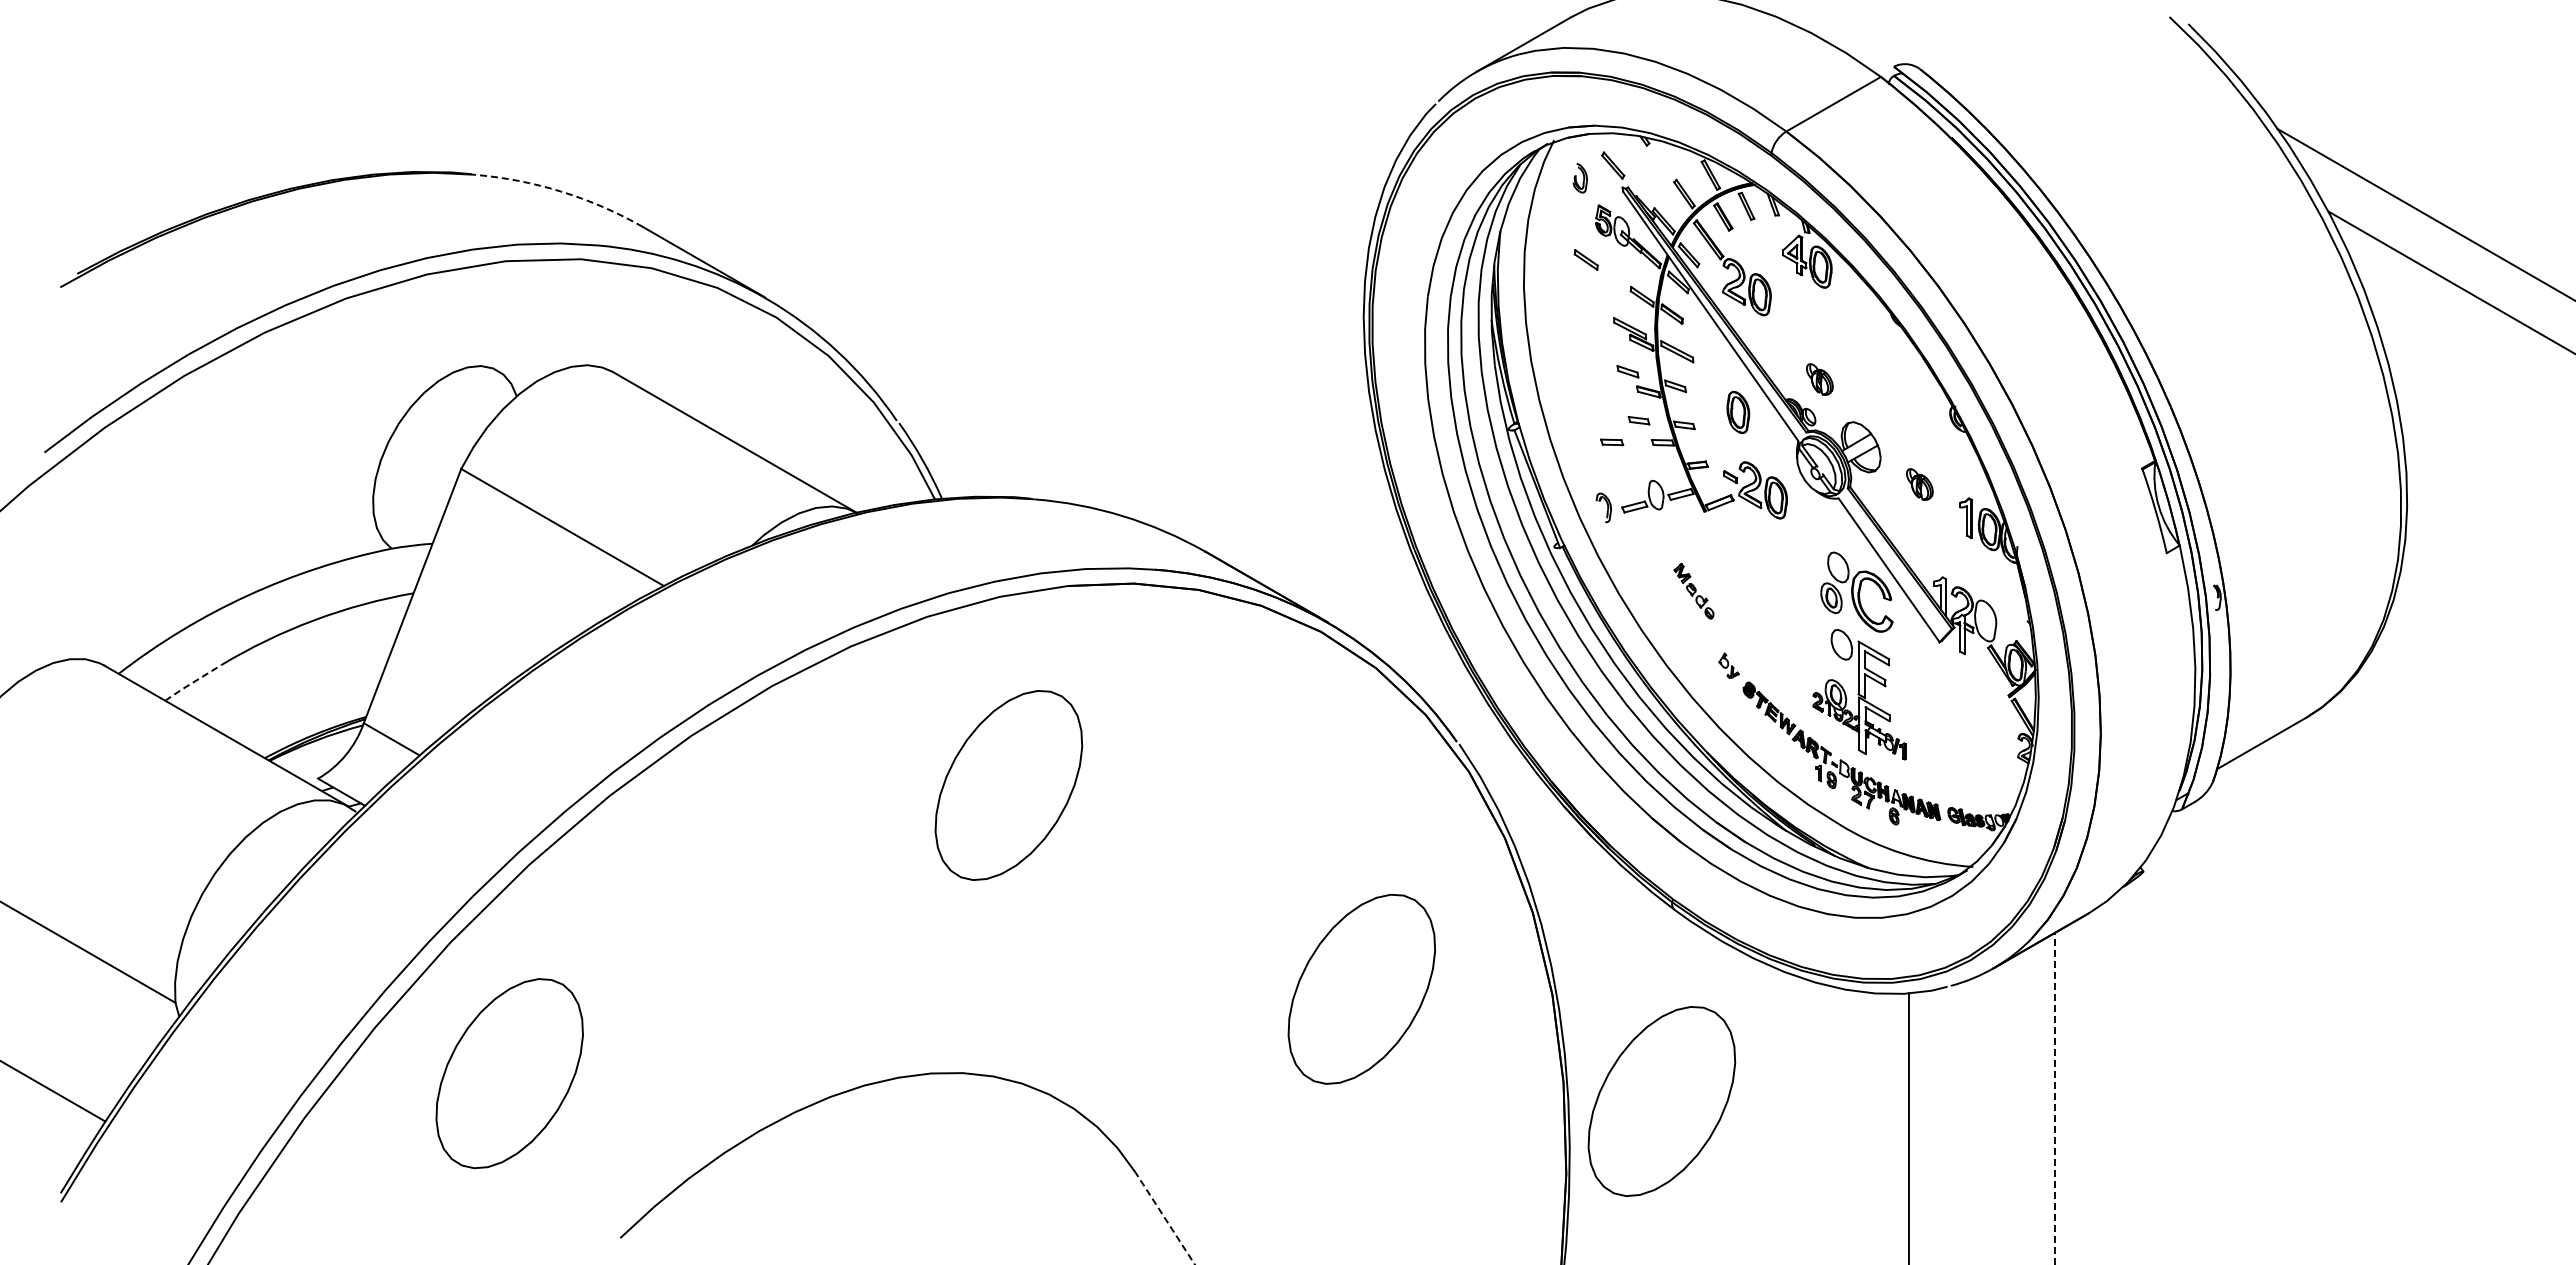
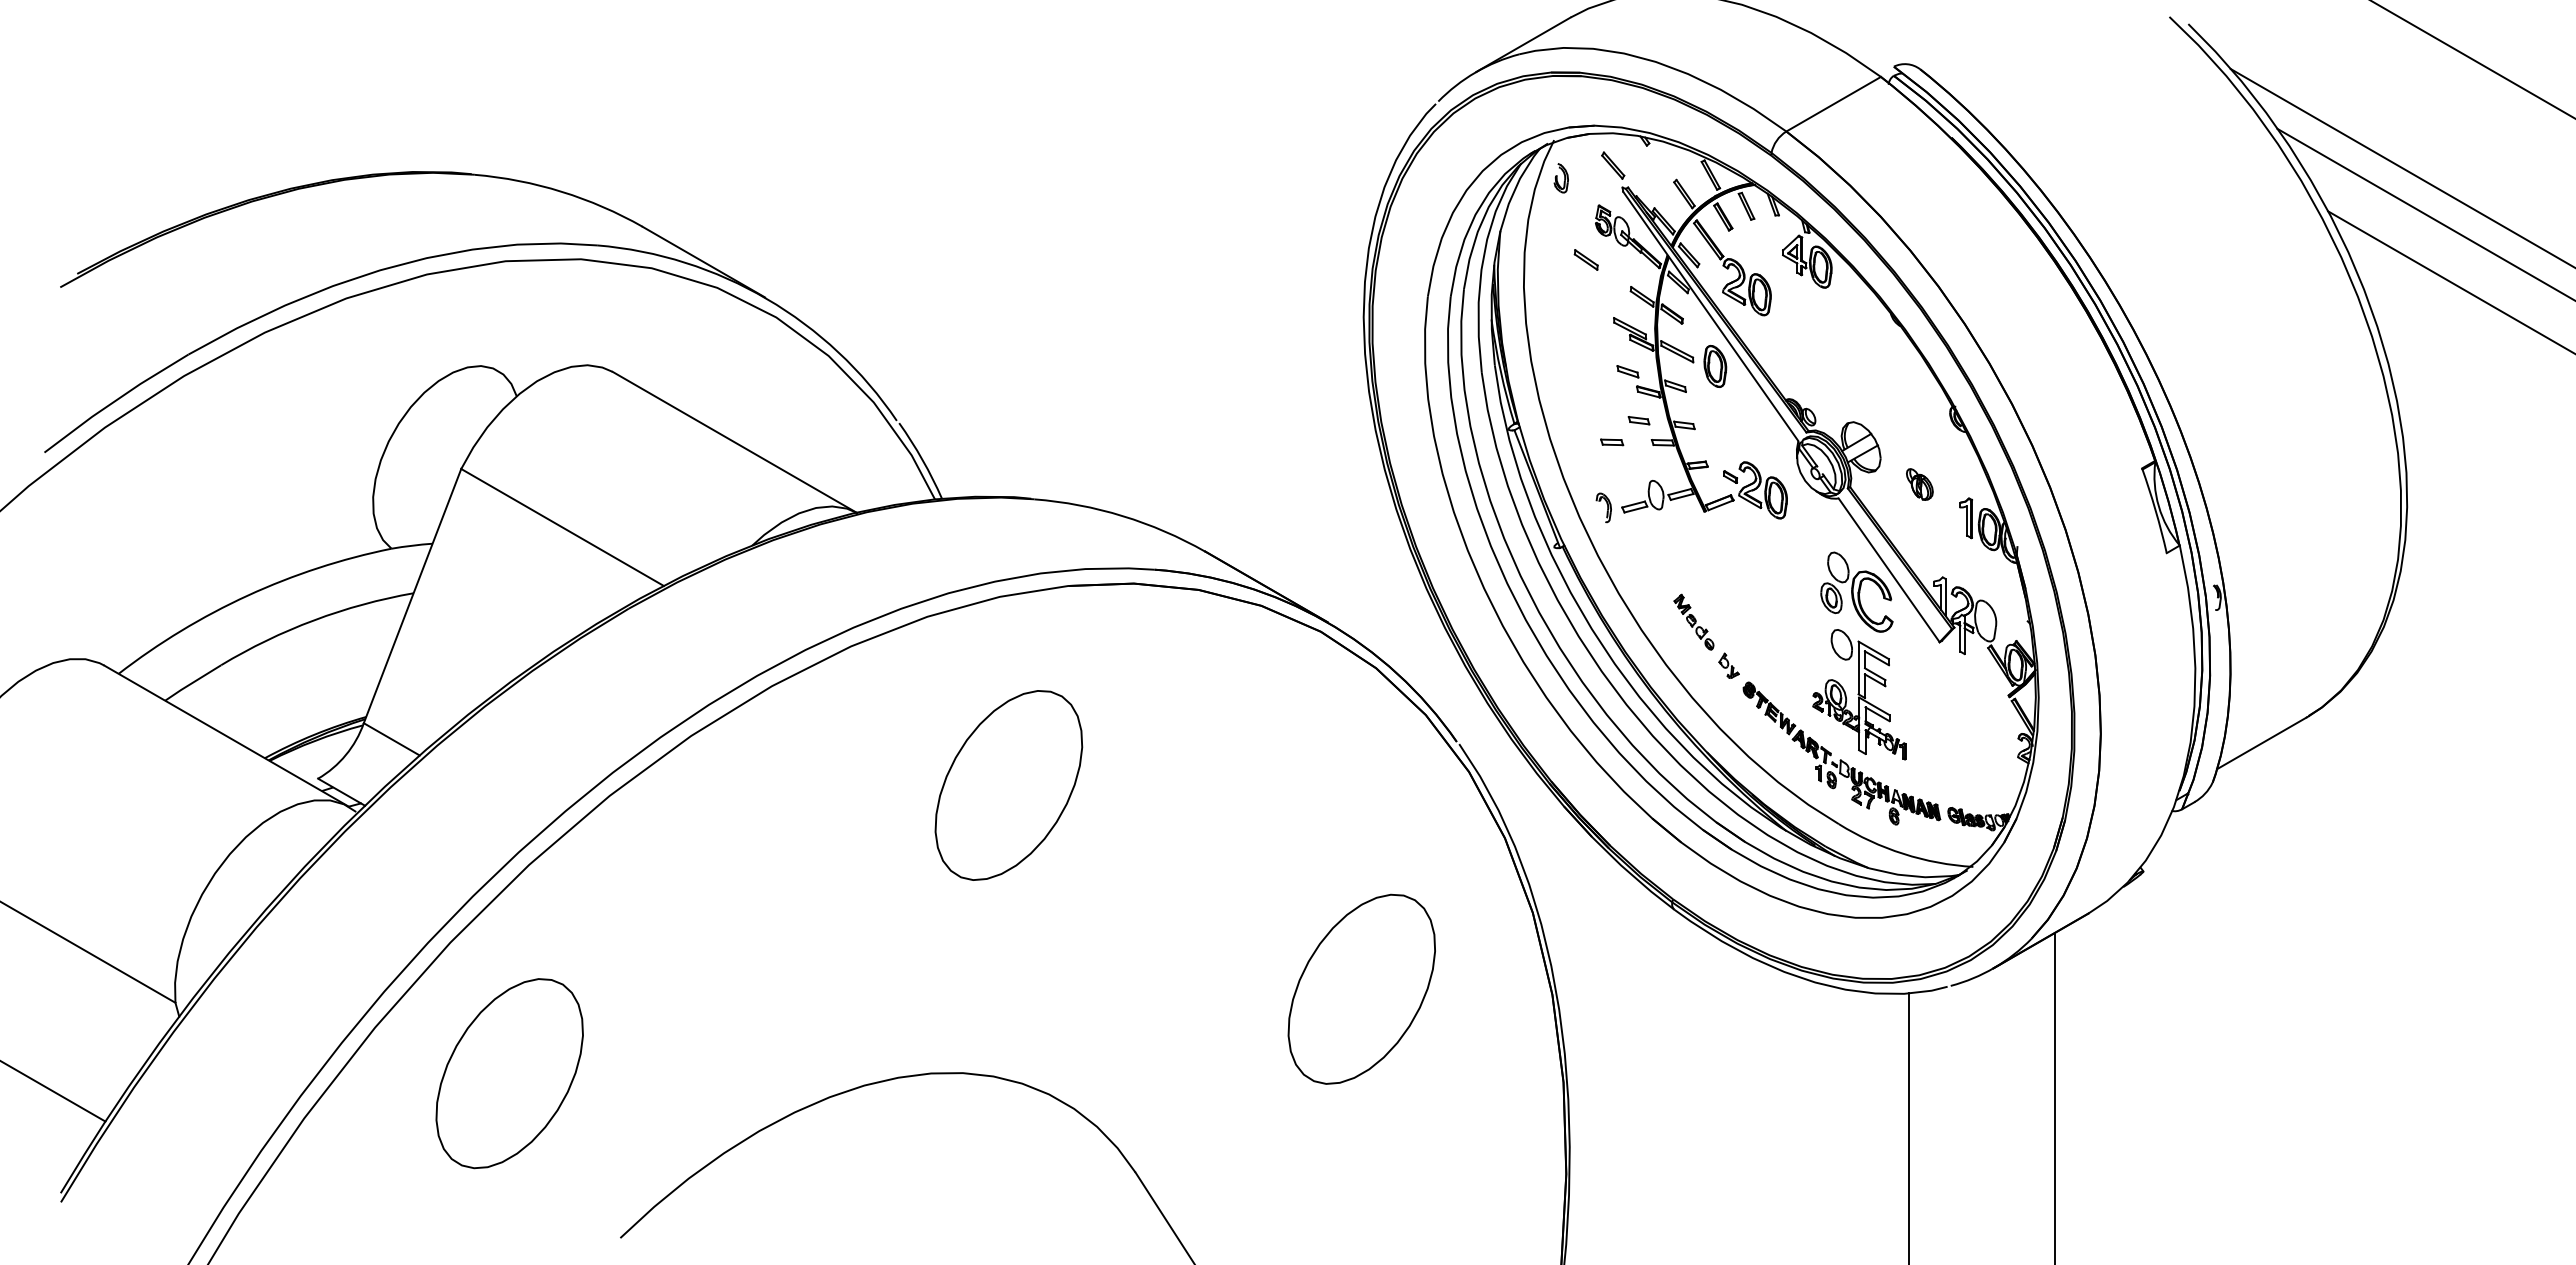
line at (2472, 59): none -> present
line at (2401, 167): none -> present
part at (1579, 178) position: (1579, 178) -> (1560, 178)
arc at (561, 191): dashed -> solid
part at (1819, 379): present -> none
part at (1738, 412) position: (1738, 412) -> (1715, 366)
part at (1693, 590) position: (1693, 590) -> (1693, 621)
line at (192, 682): dashed -> solid
line at (2055, 1098): dashed -> solid
part at (1661, 1101): present -> none
line at (1165, 1218): dashed -> solid
